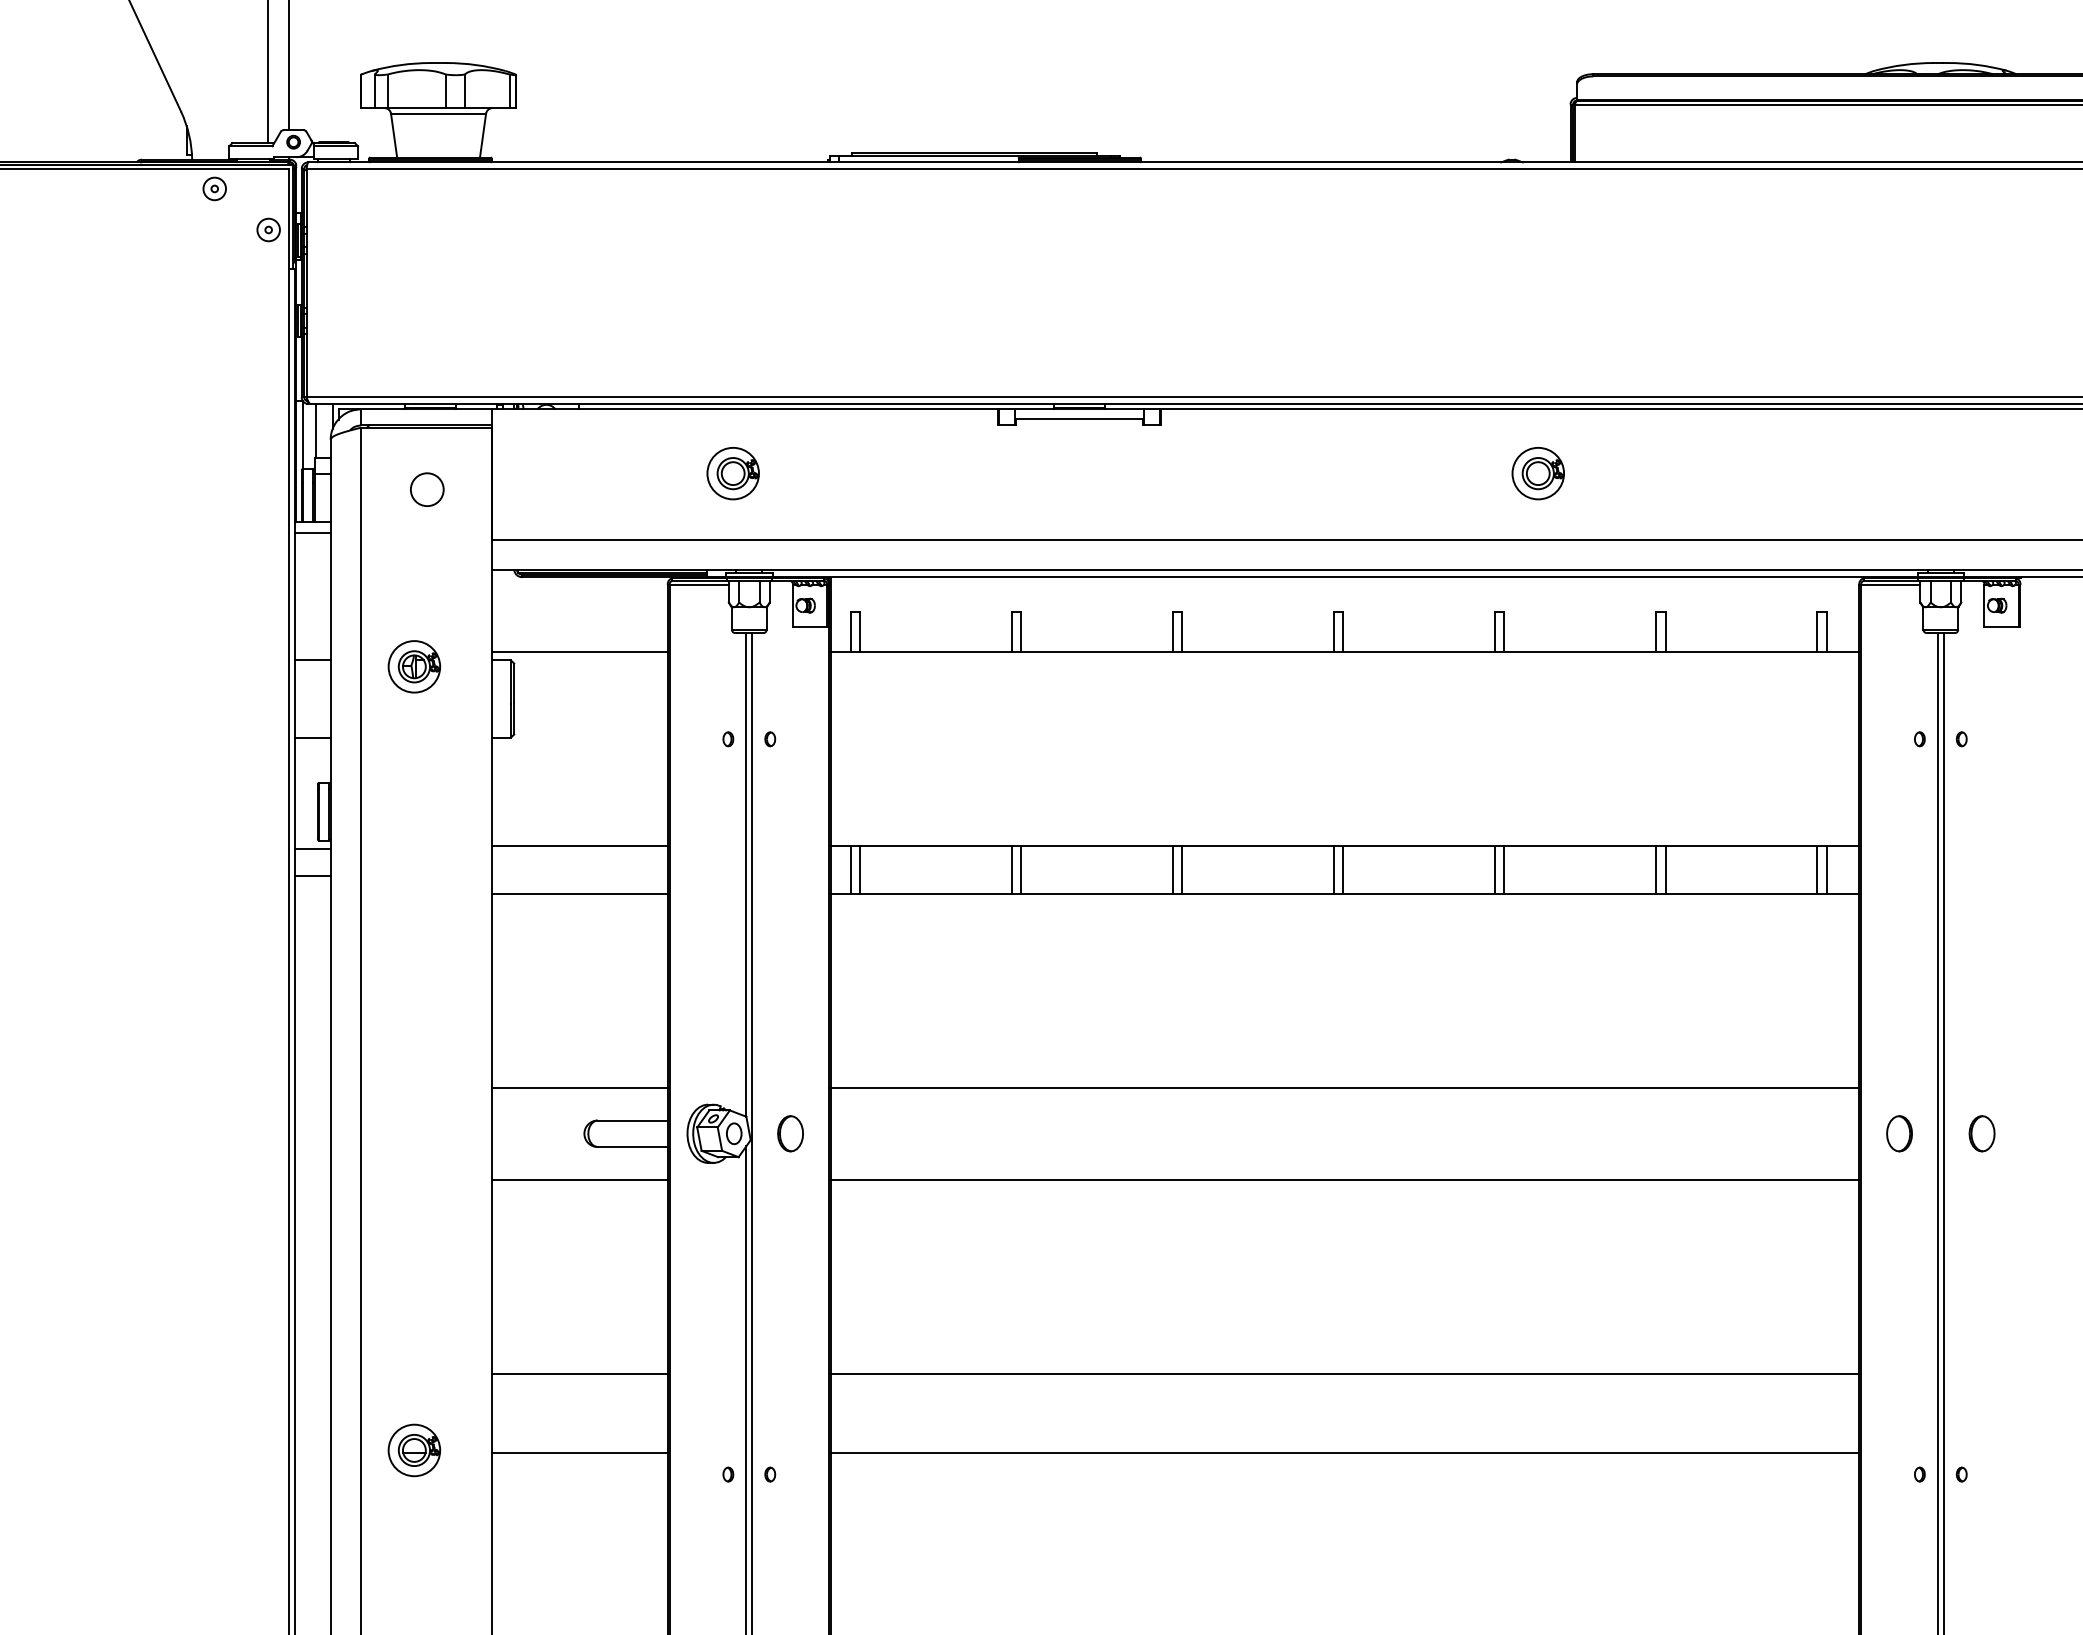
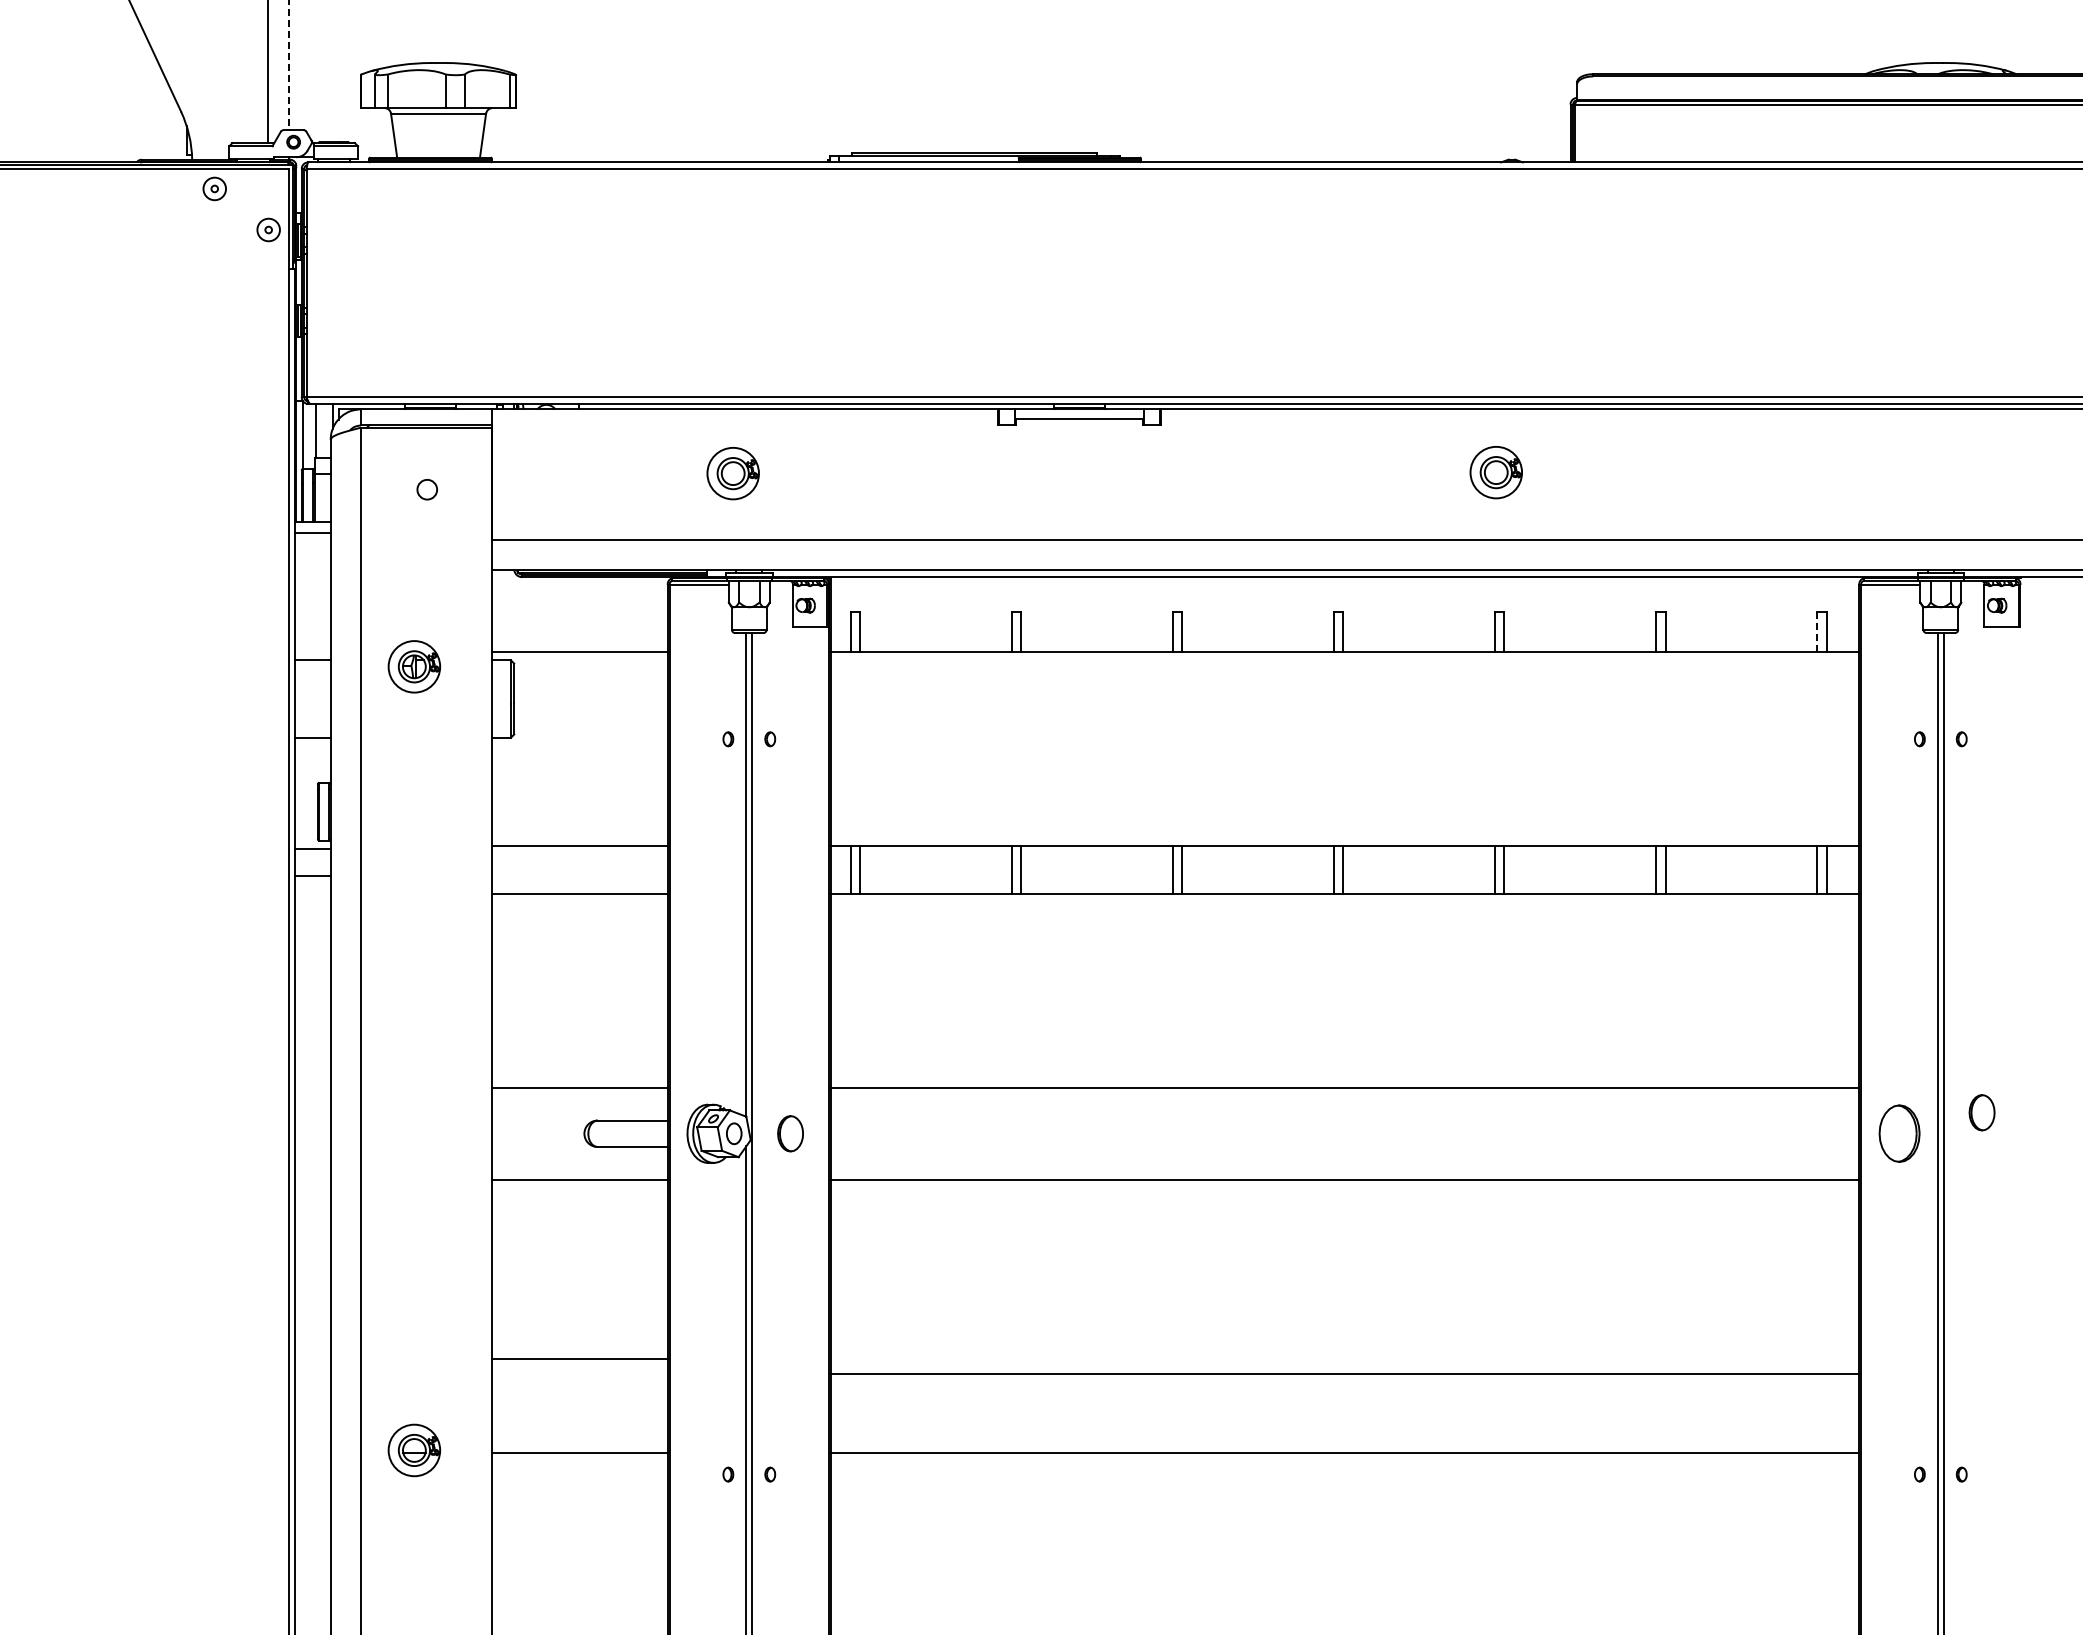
line at (288, 65): solid -> dashed
part at (1537, 473) position: (1537, 473) -> (1495, 472)
circle at (426, 489) diameter: 33 px -> 20 px
line at (1816, 631): solid -> dashed
part at (1899, 1133) size: 27x38 px -> 43x59 px
part at (1981, 1133) position: (1981, 1133) -> (1981, 1112)
line at (579, 1374) position: (579, 1374) -> (579, 1359)
